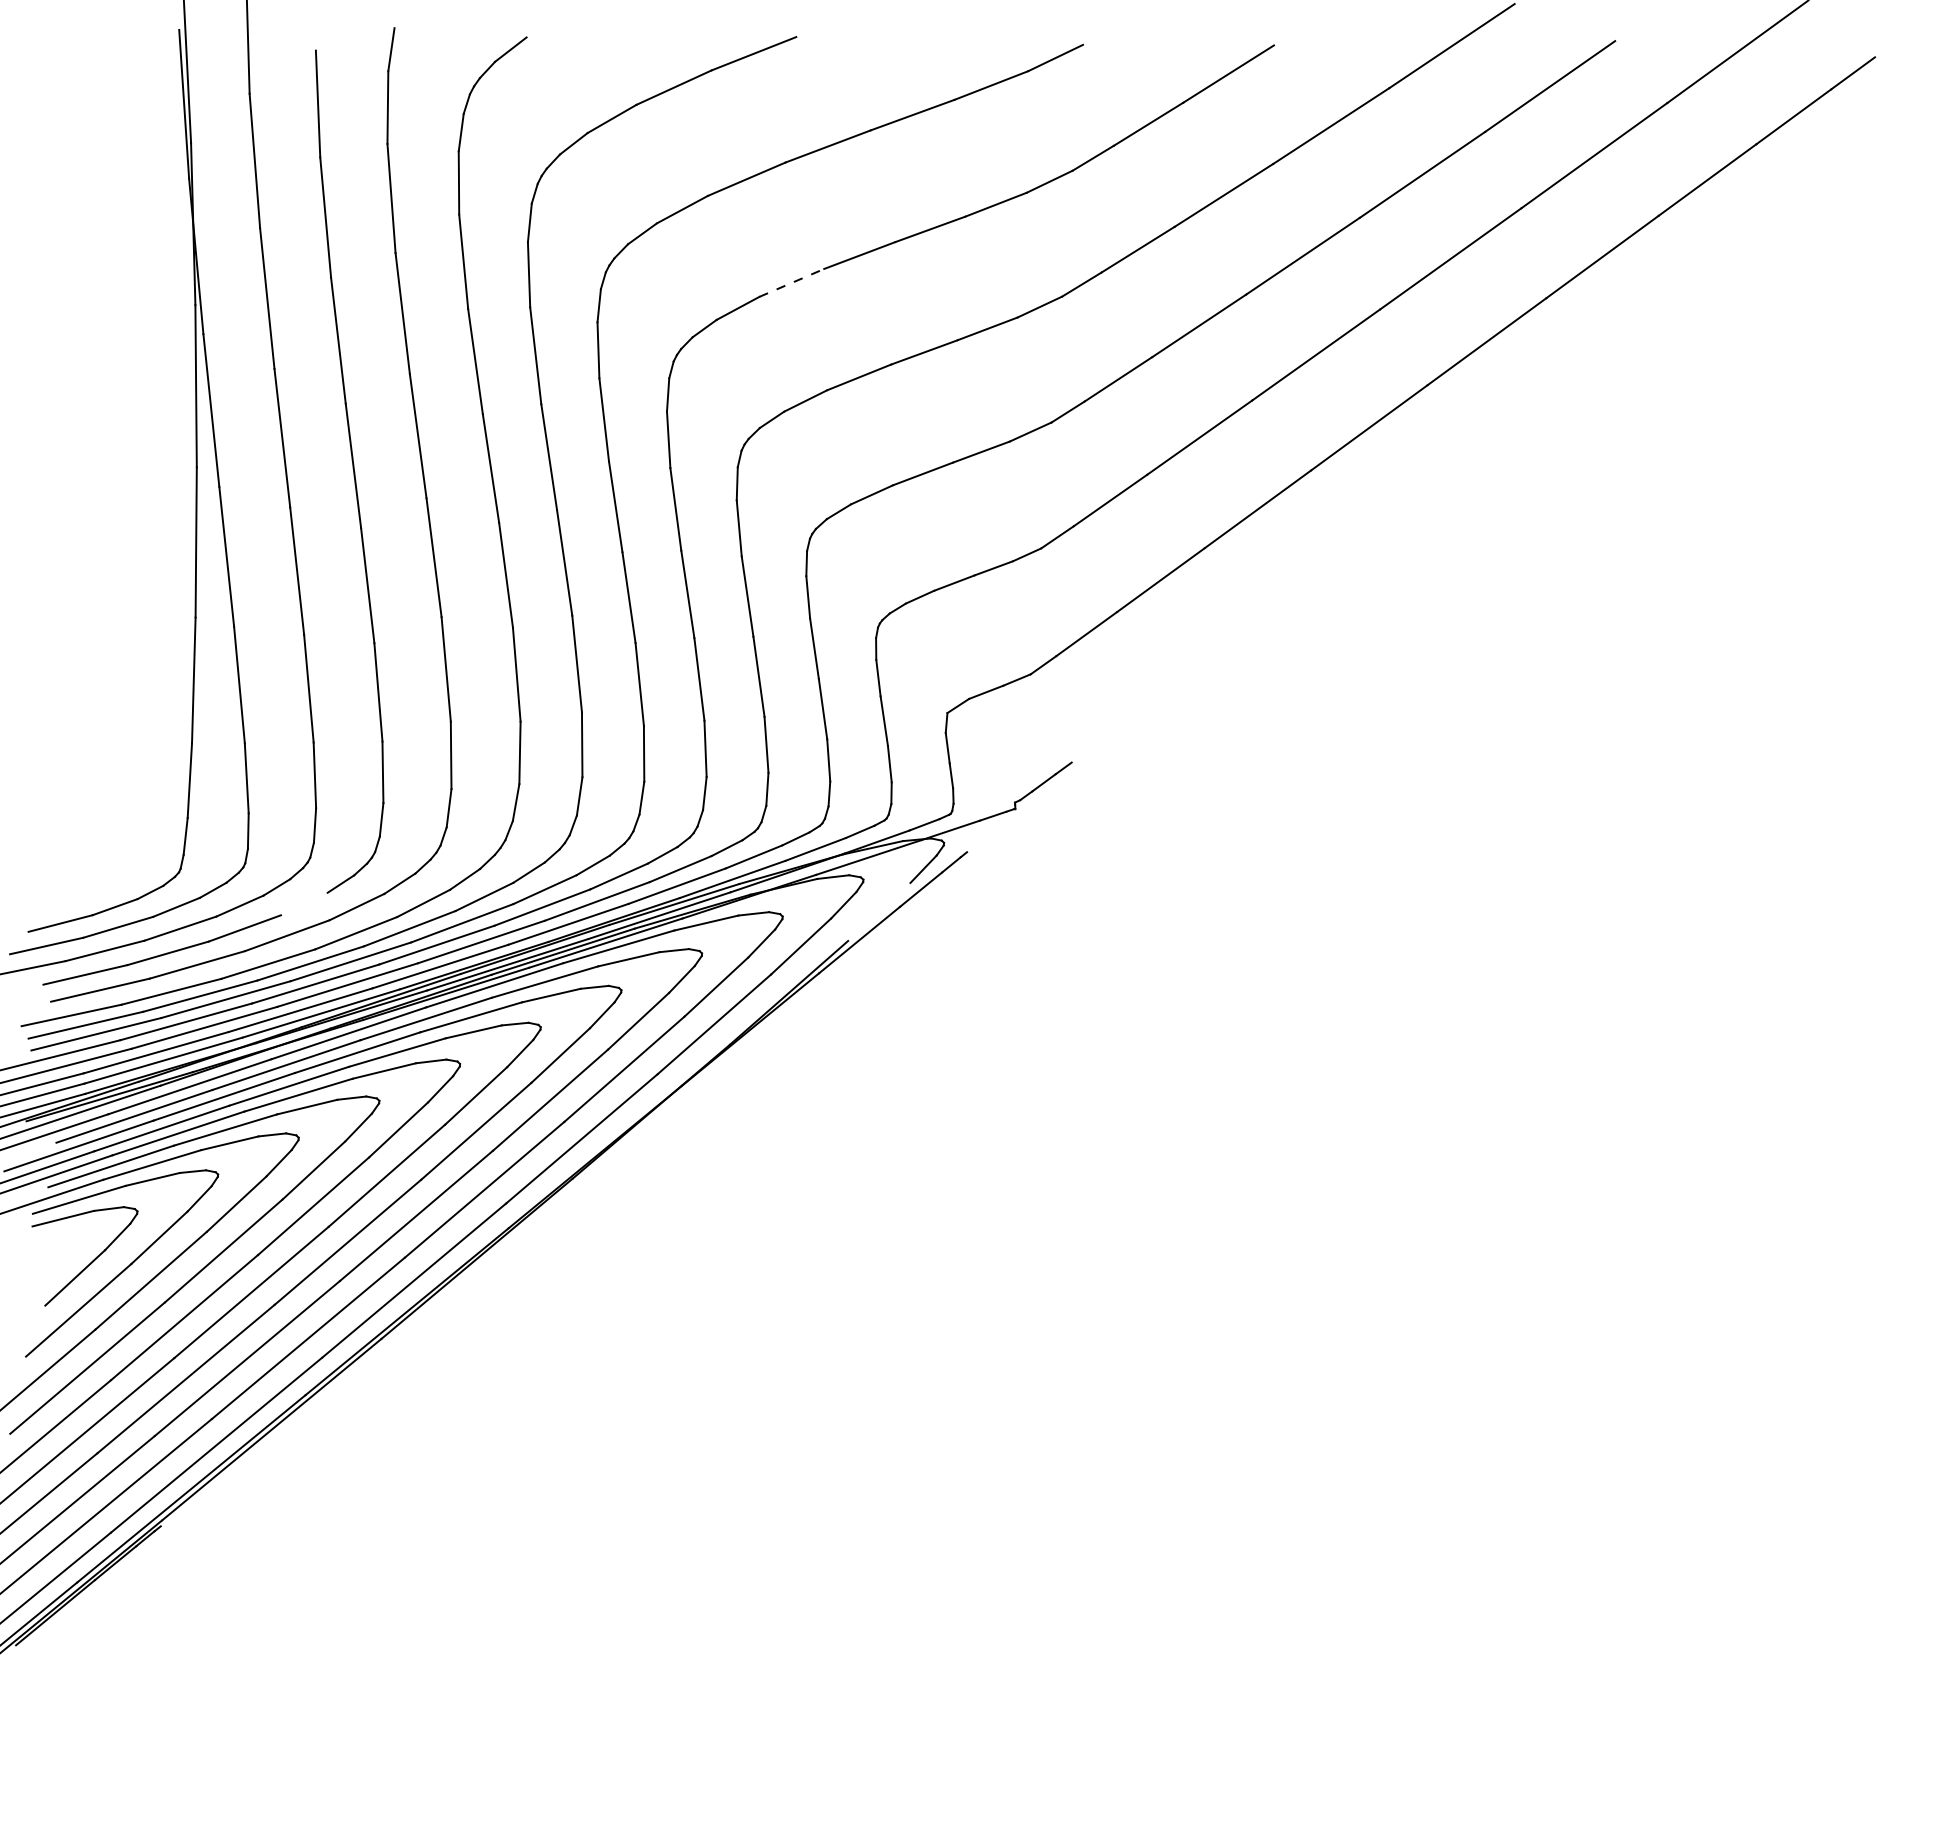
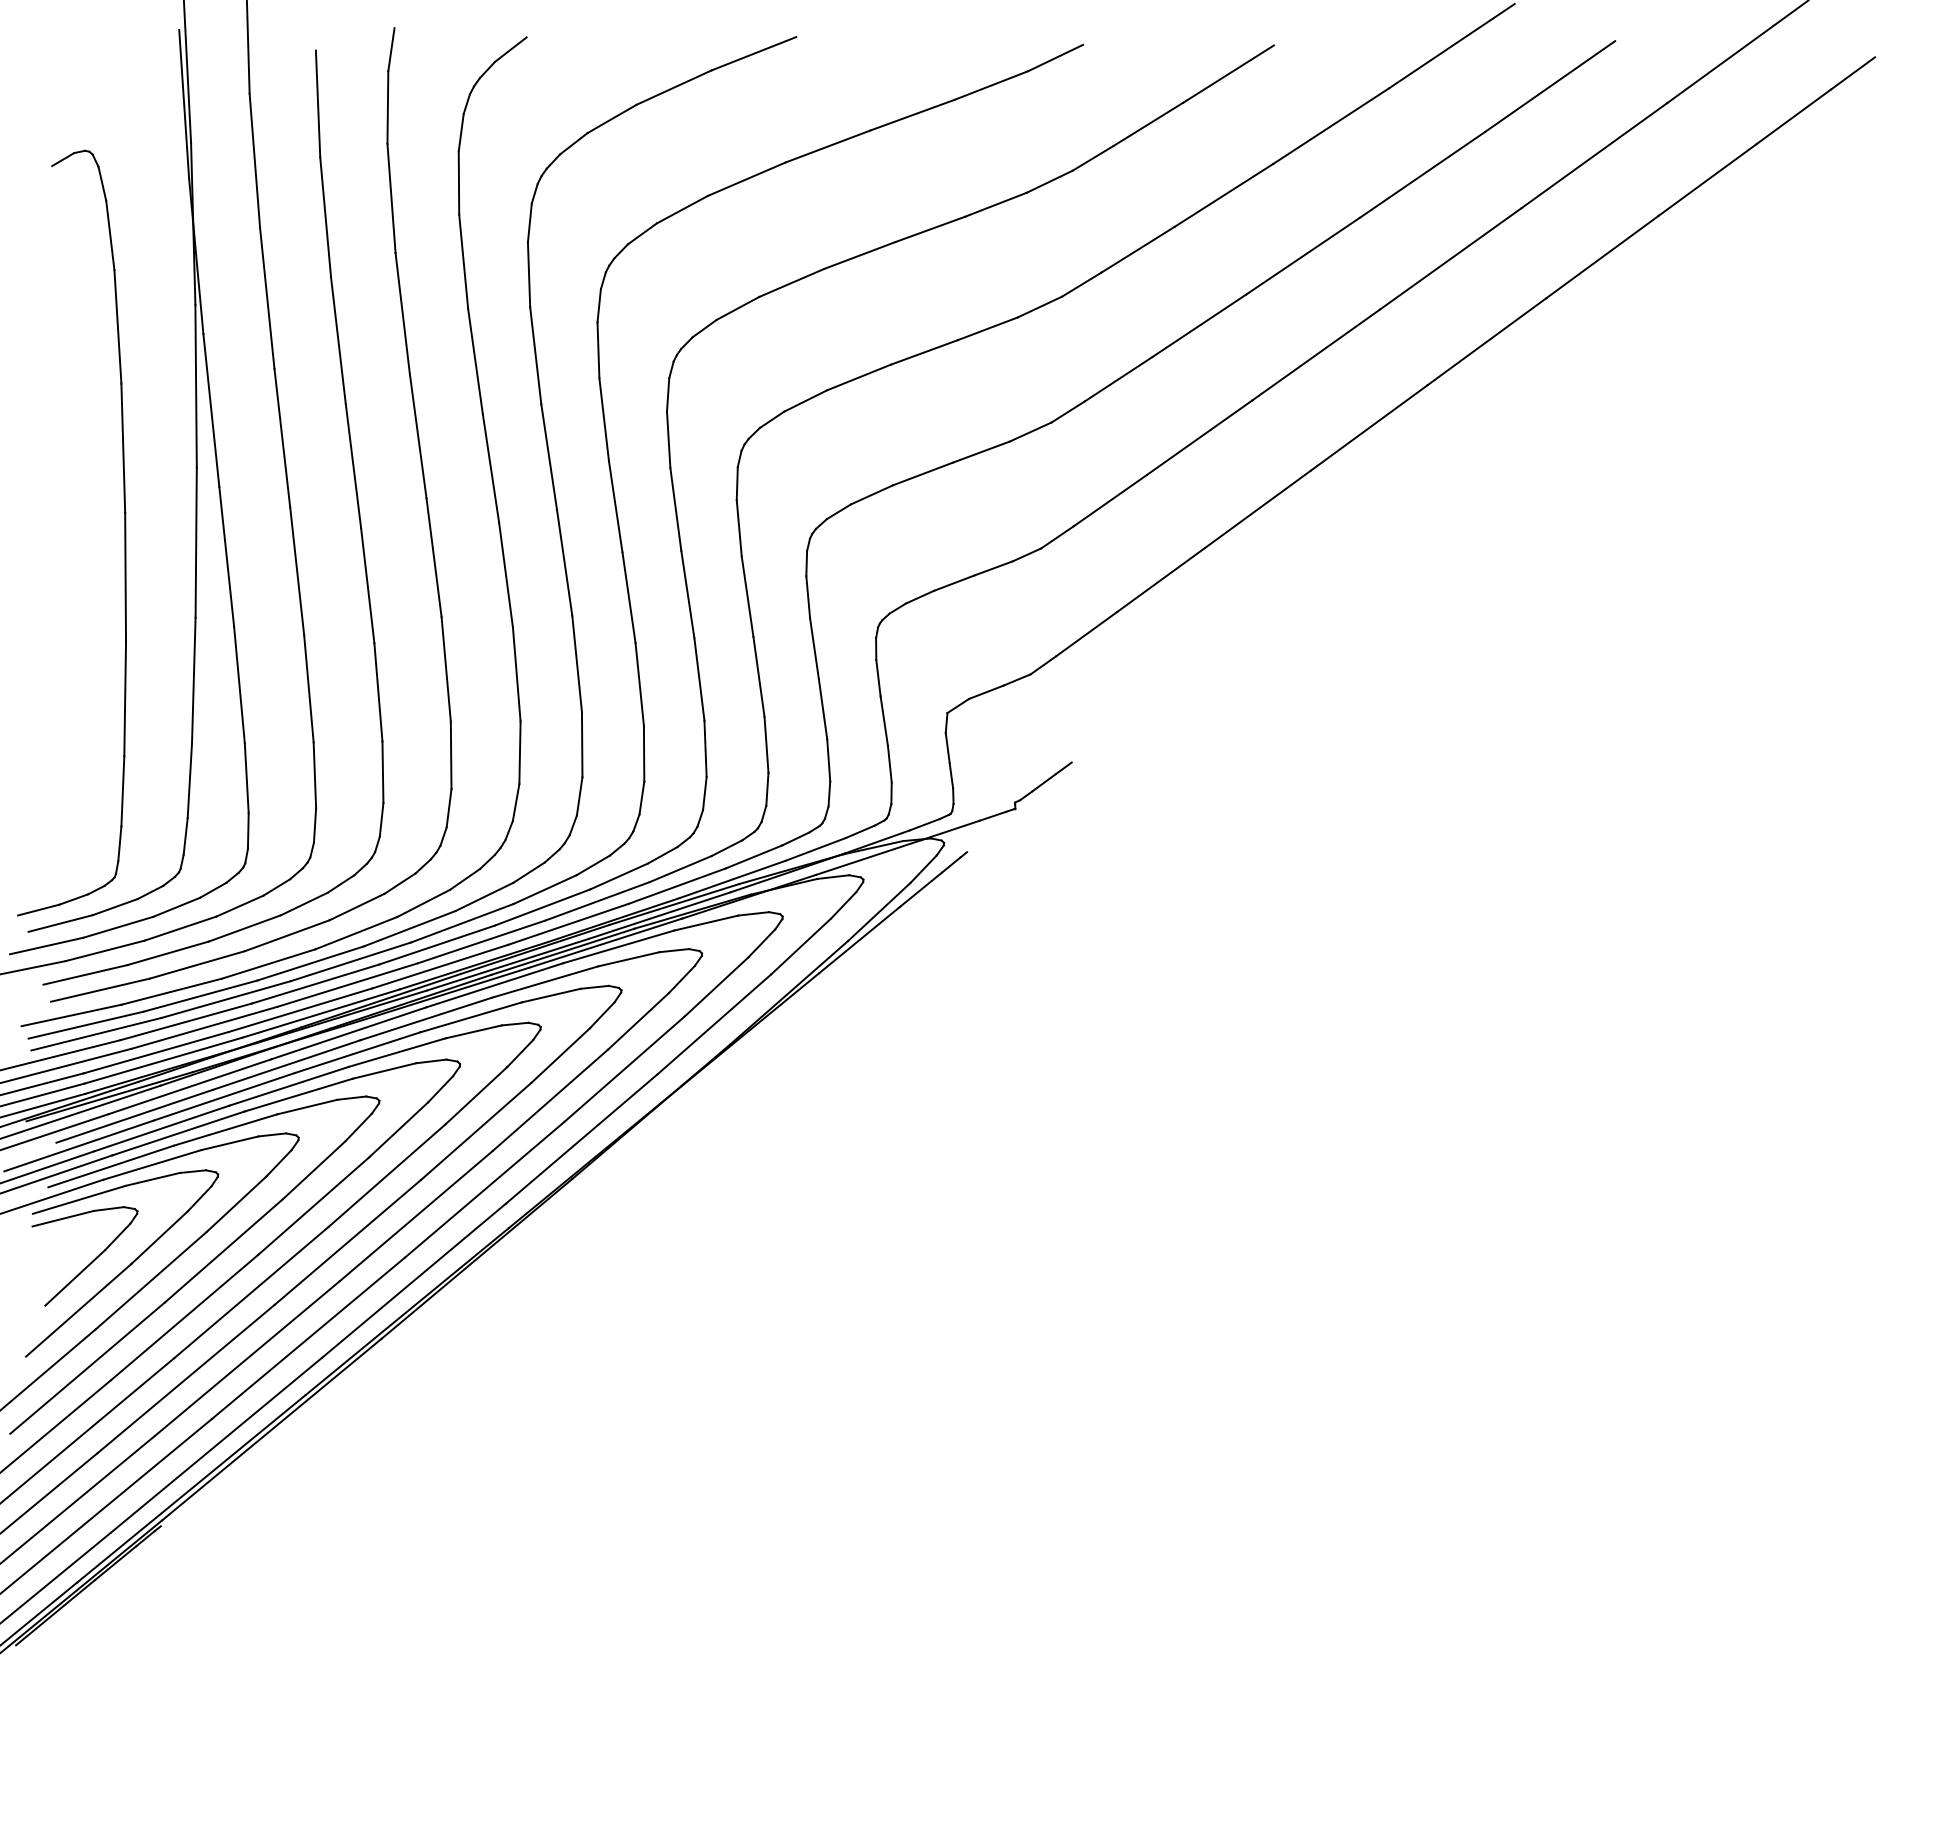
line at (792, 282): dashed -> solid
part at (124, 532): none -> present
line at (303, 903): none -> present
line at (879, 911): none -> present
